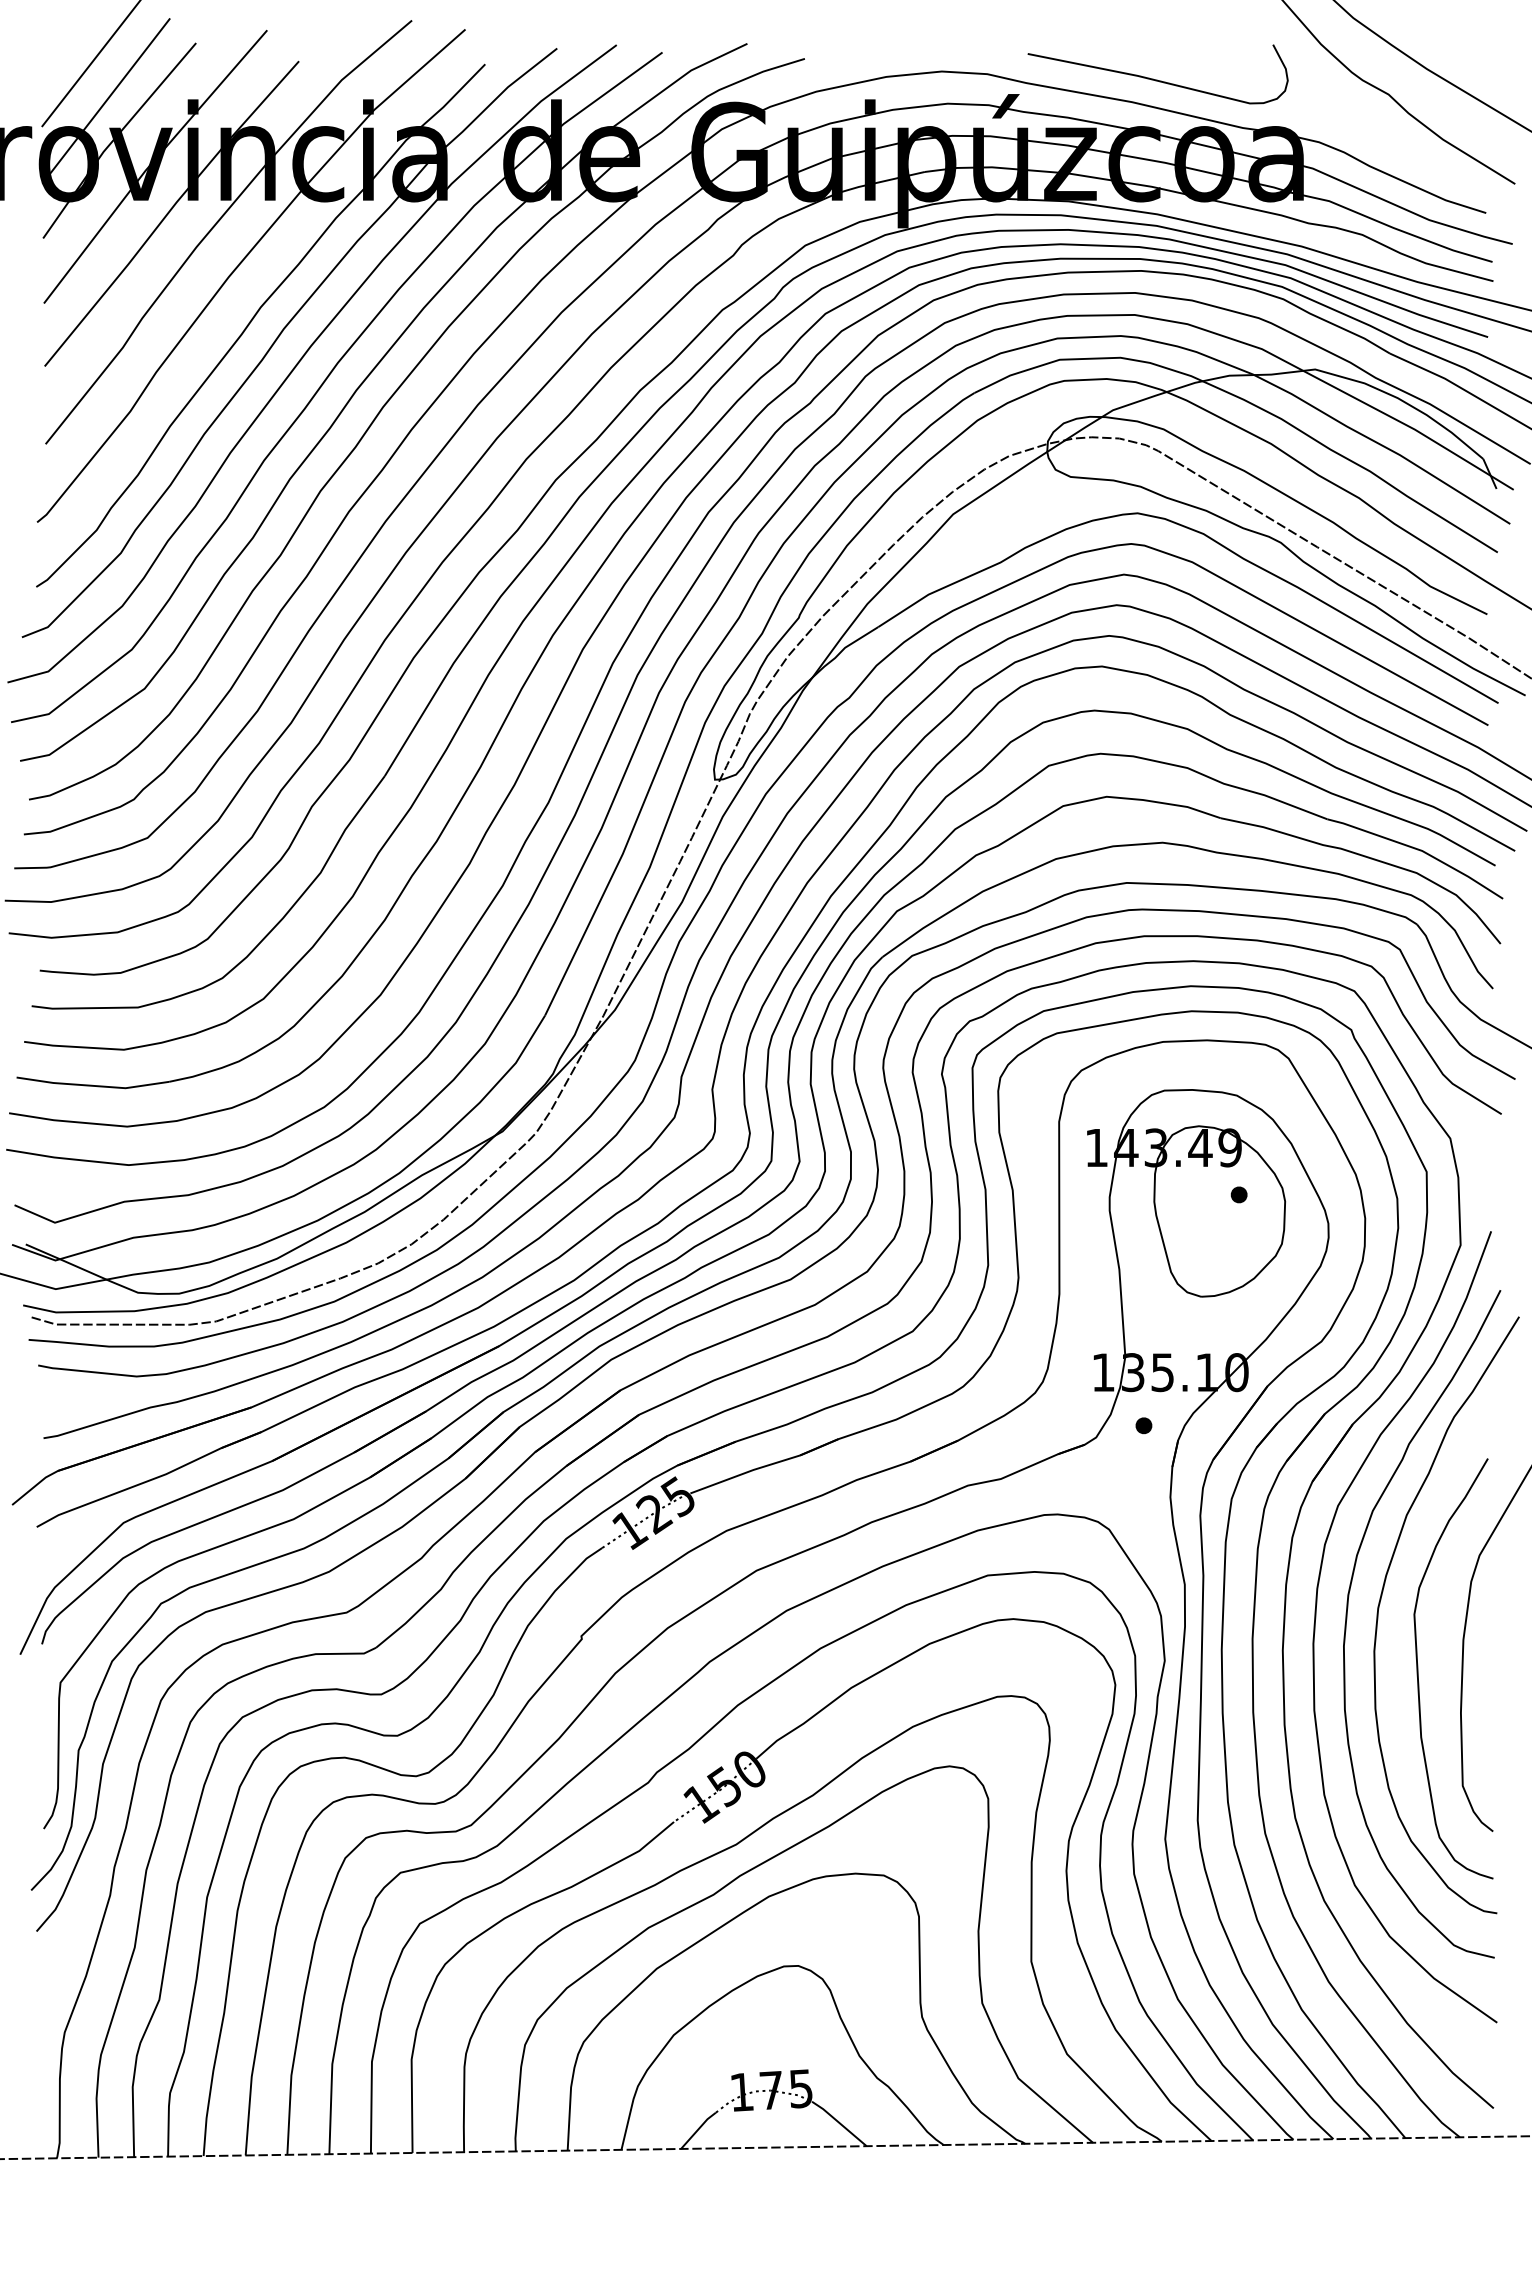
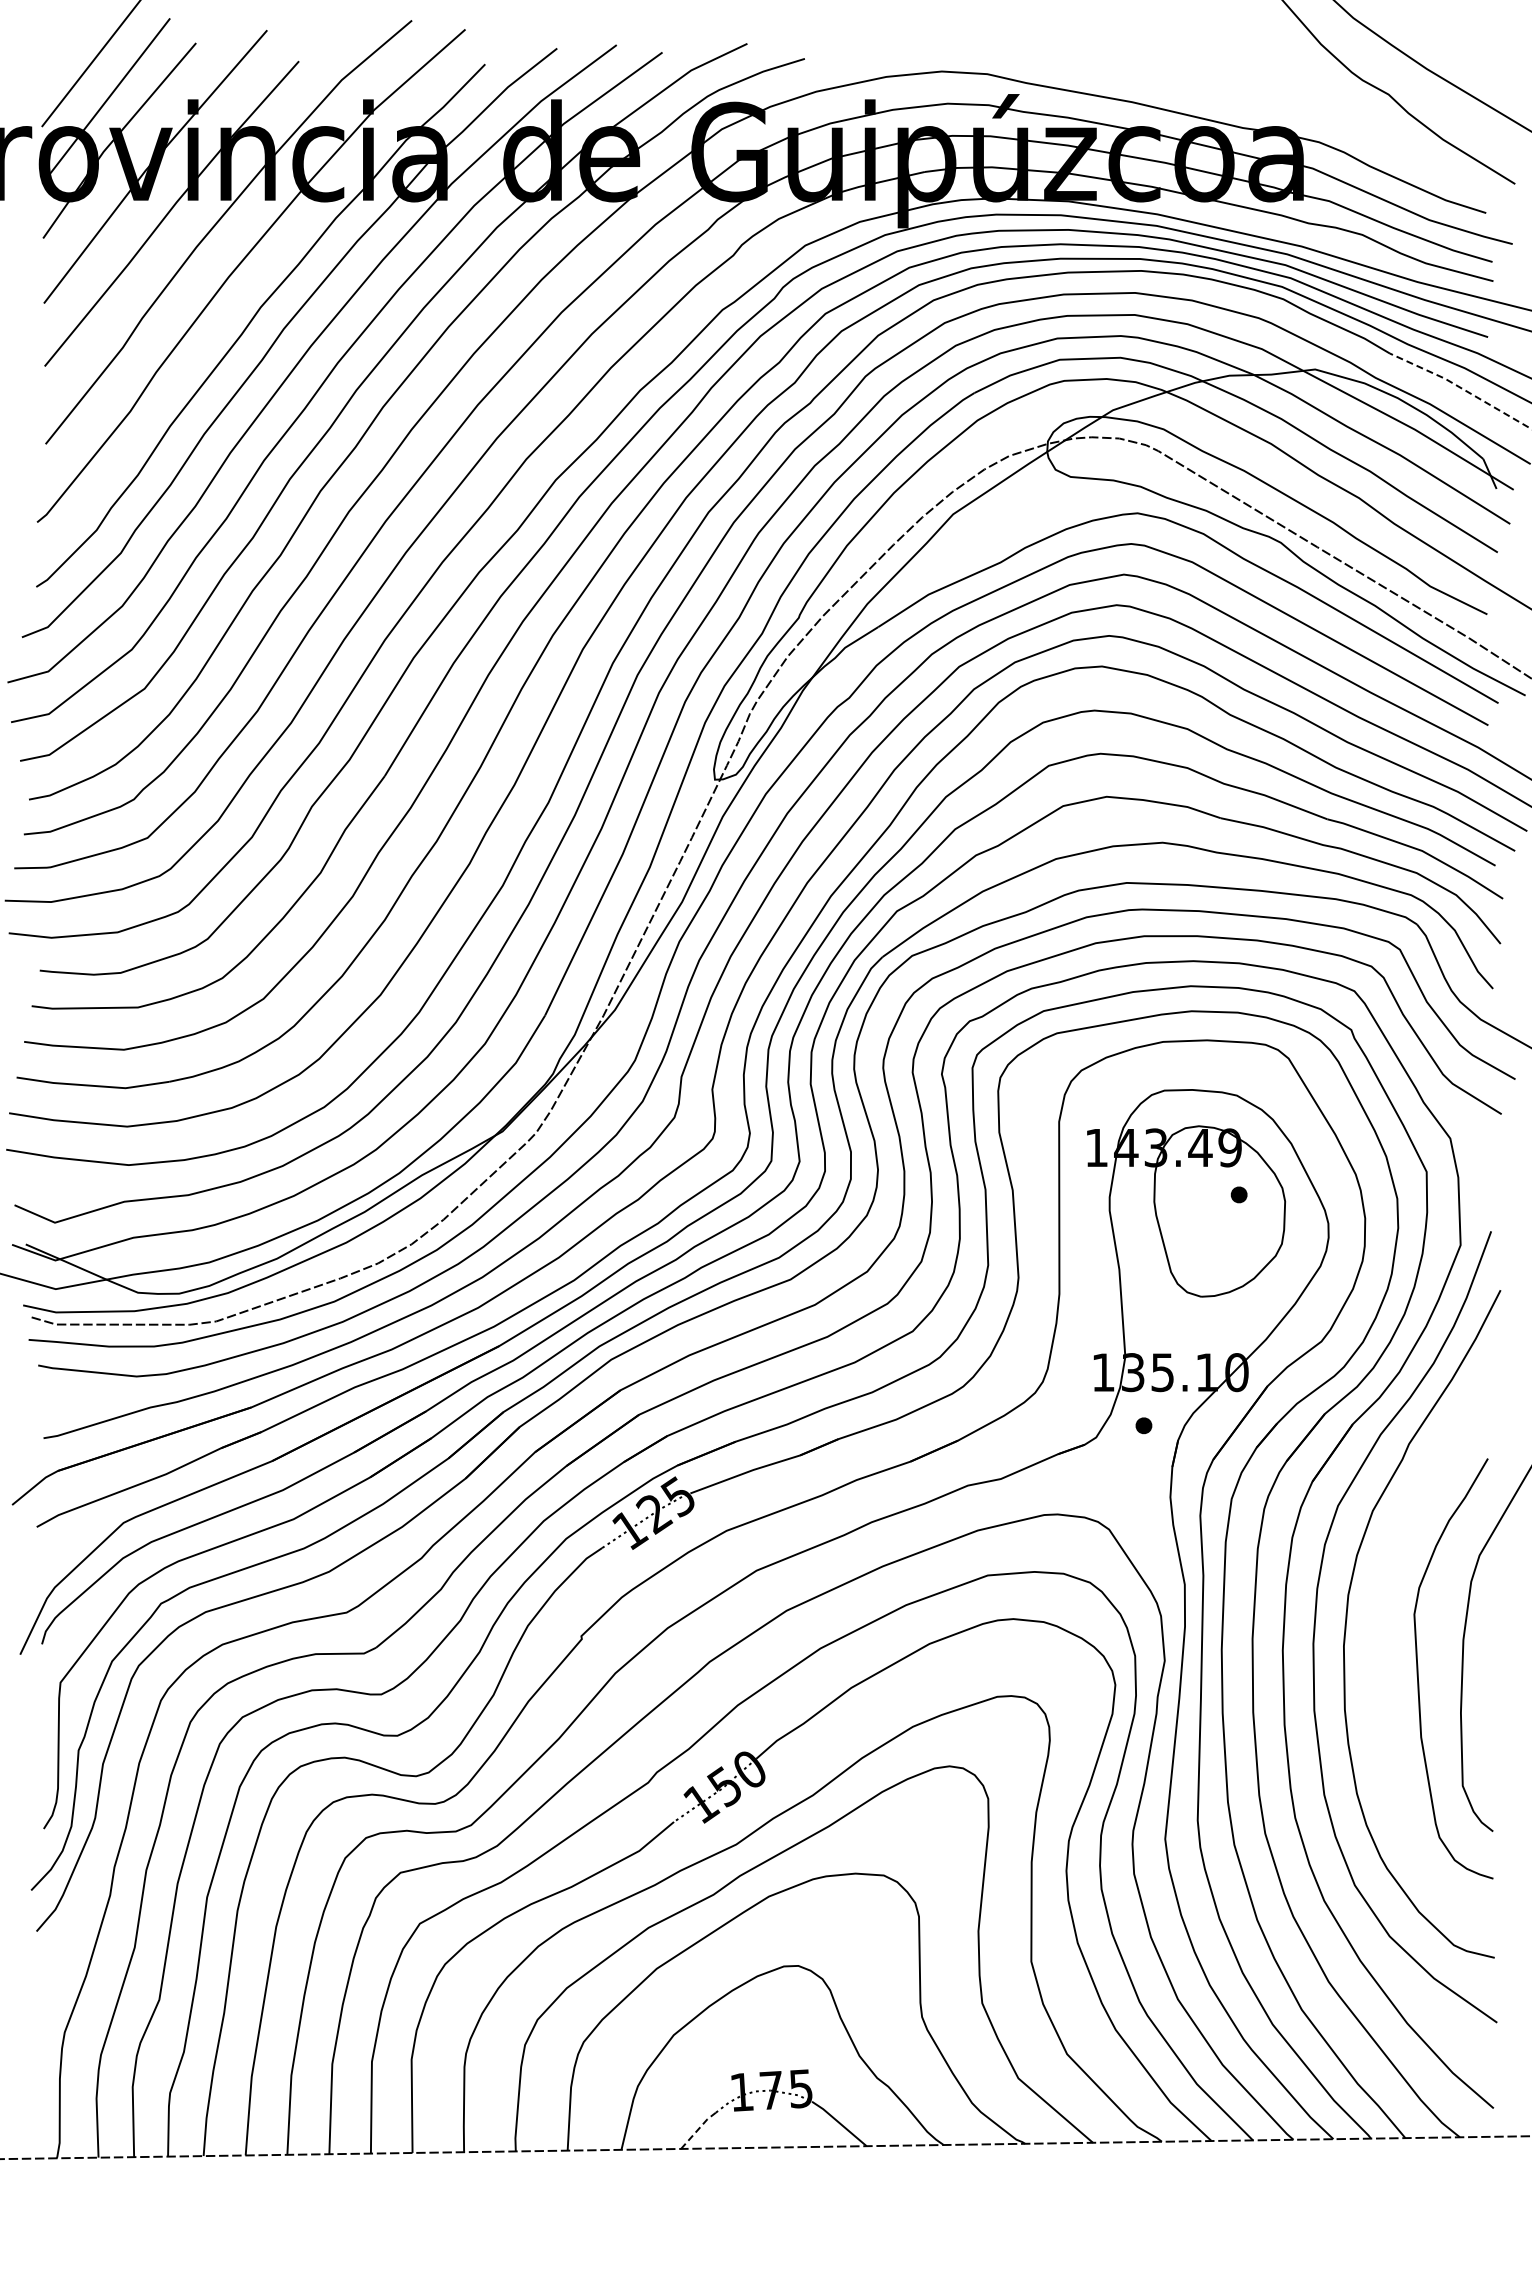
curve at (1157, 79): present -> none
line at (1461, 388): solid -> dashed
curve at (1381, 1600): present -> none
line at (698, 2129): solid -> dashed
